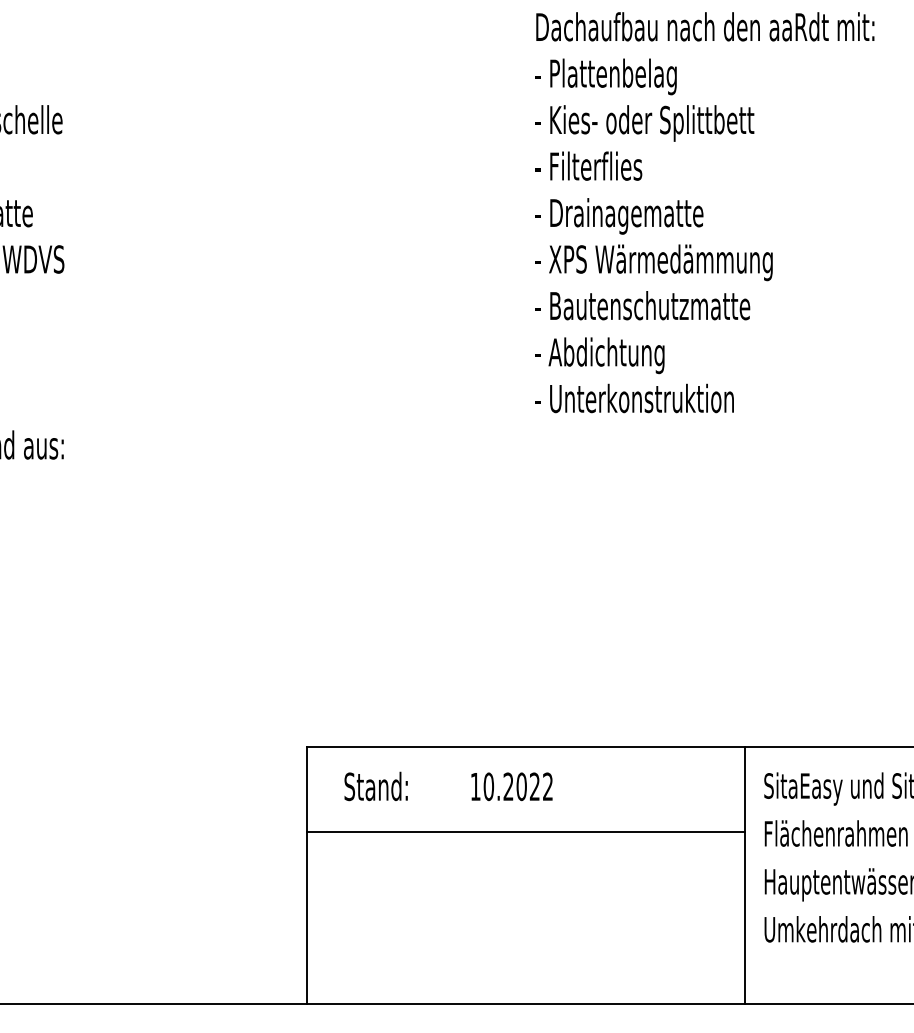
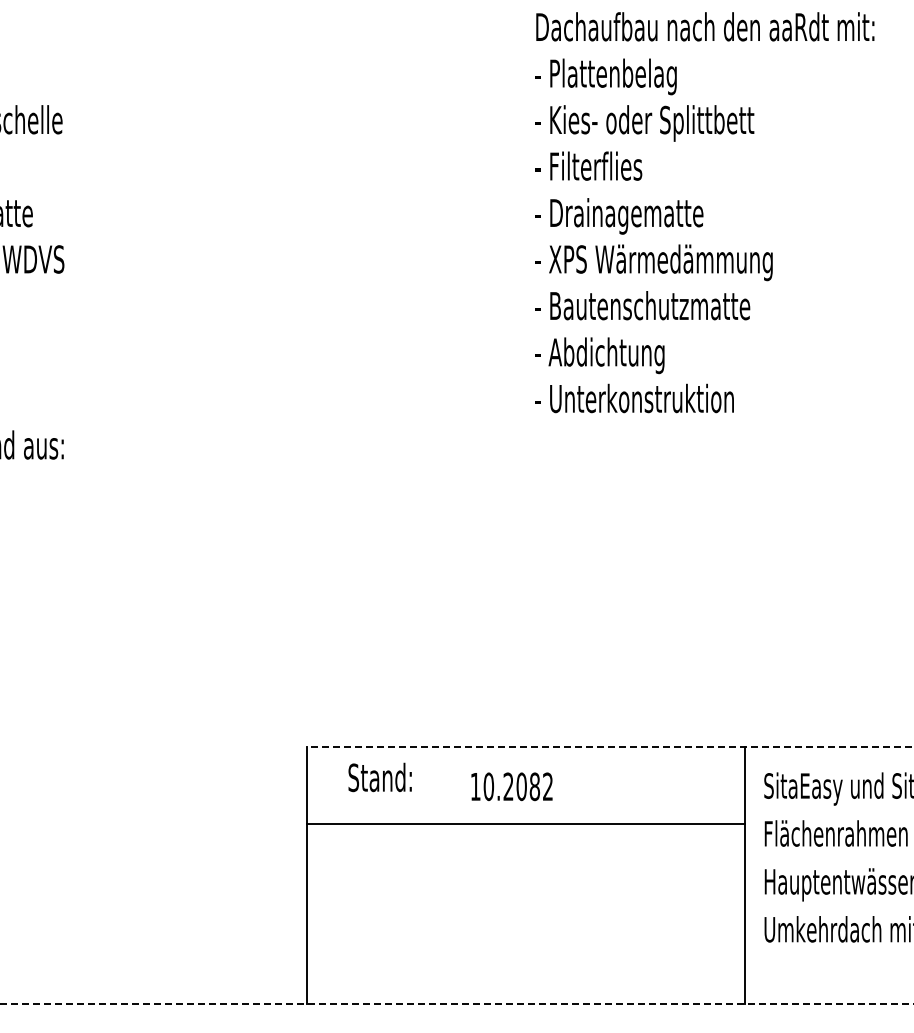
line at (610, 746): solid -> dashed
text at (375, 786) position: (375, 786) -> (379, 777)
text at (534, 786): 10.2022 -> 10.2082
line at (526, 832) position: (526, 832) -> (526, 824)
line at (456, 1003): solid -> dashed
